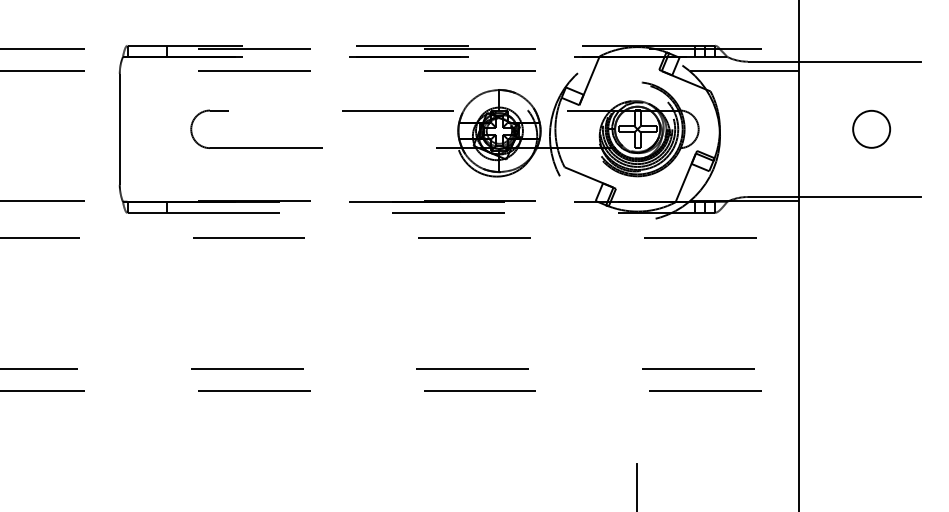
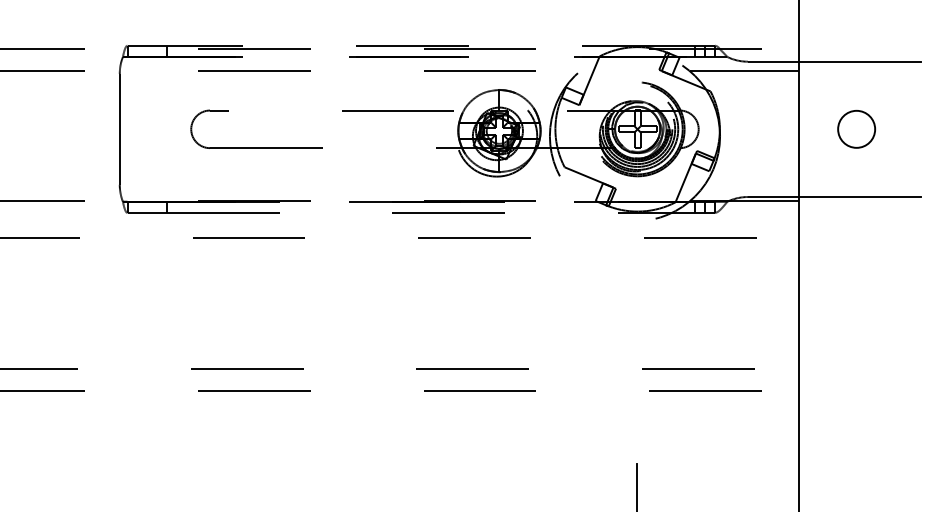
circle at (871, 128) position: (871, 128) -> (856, 128)
